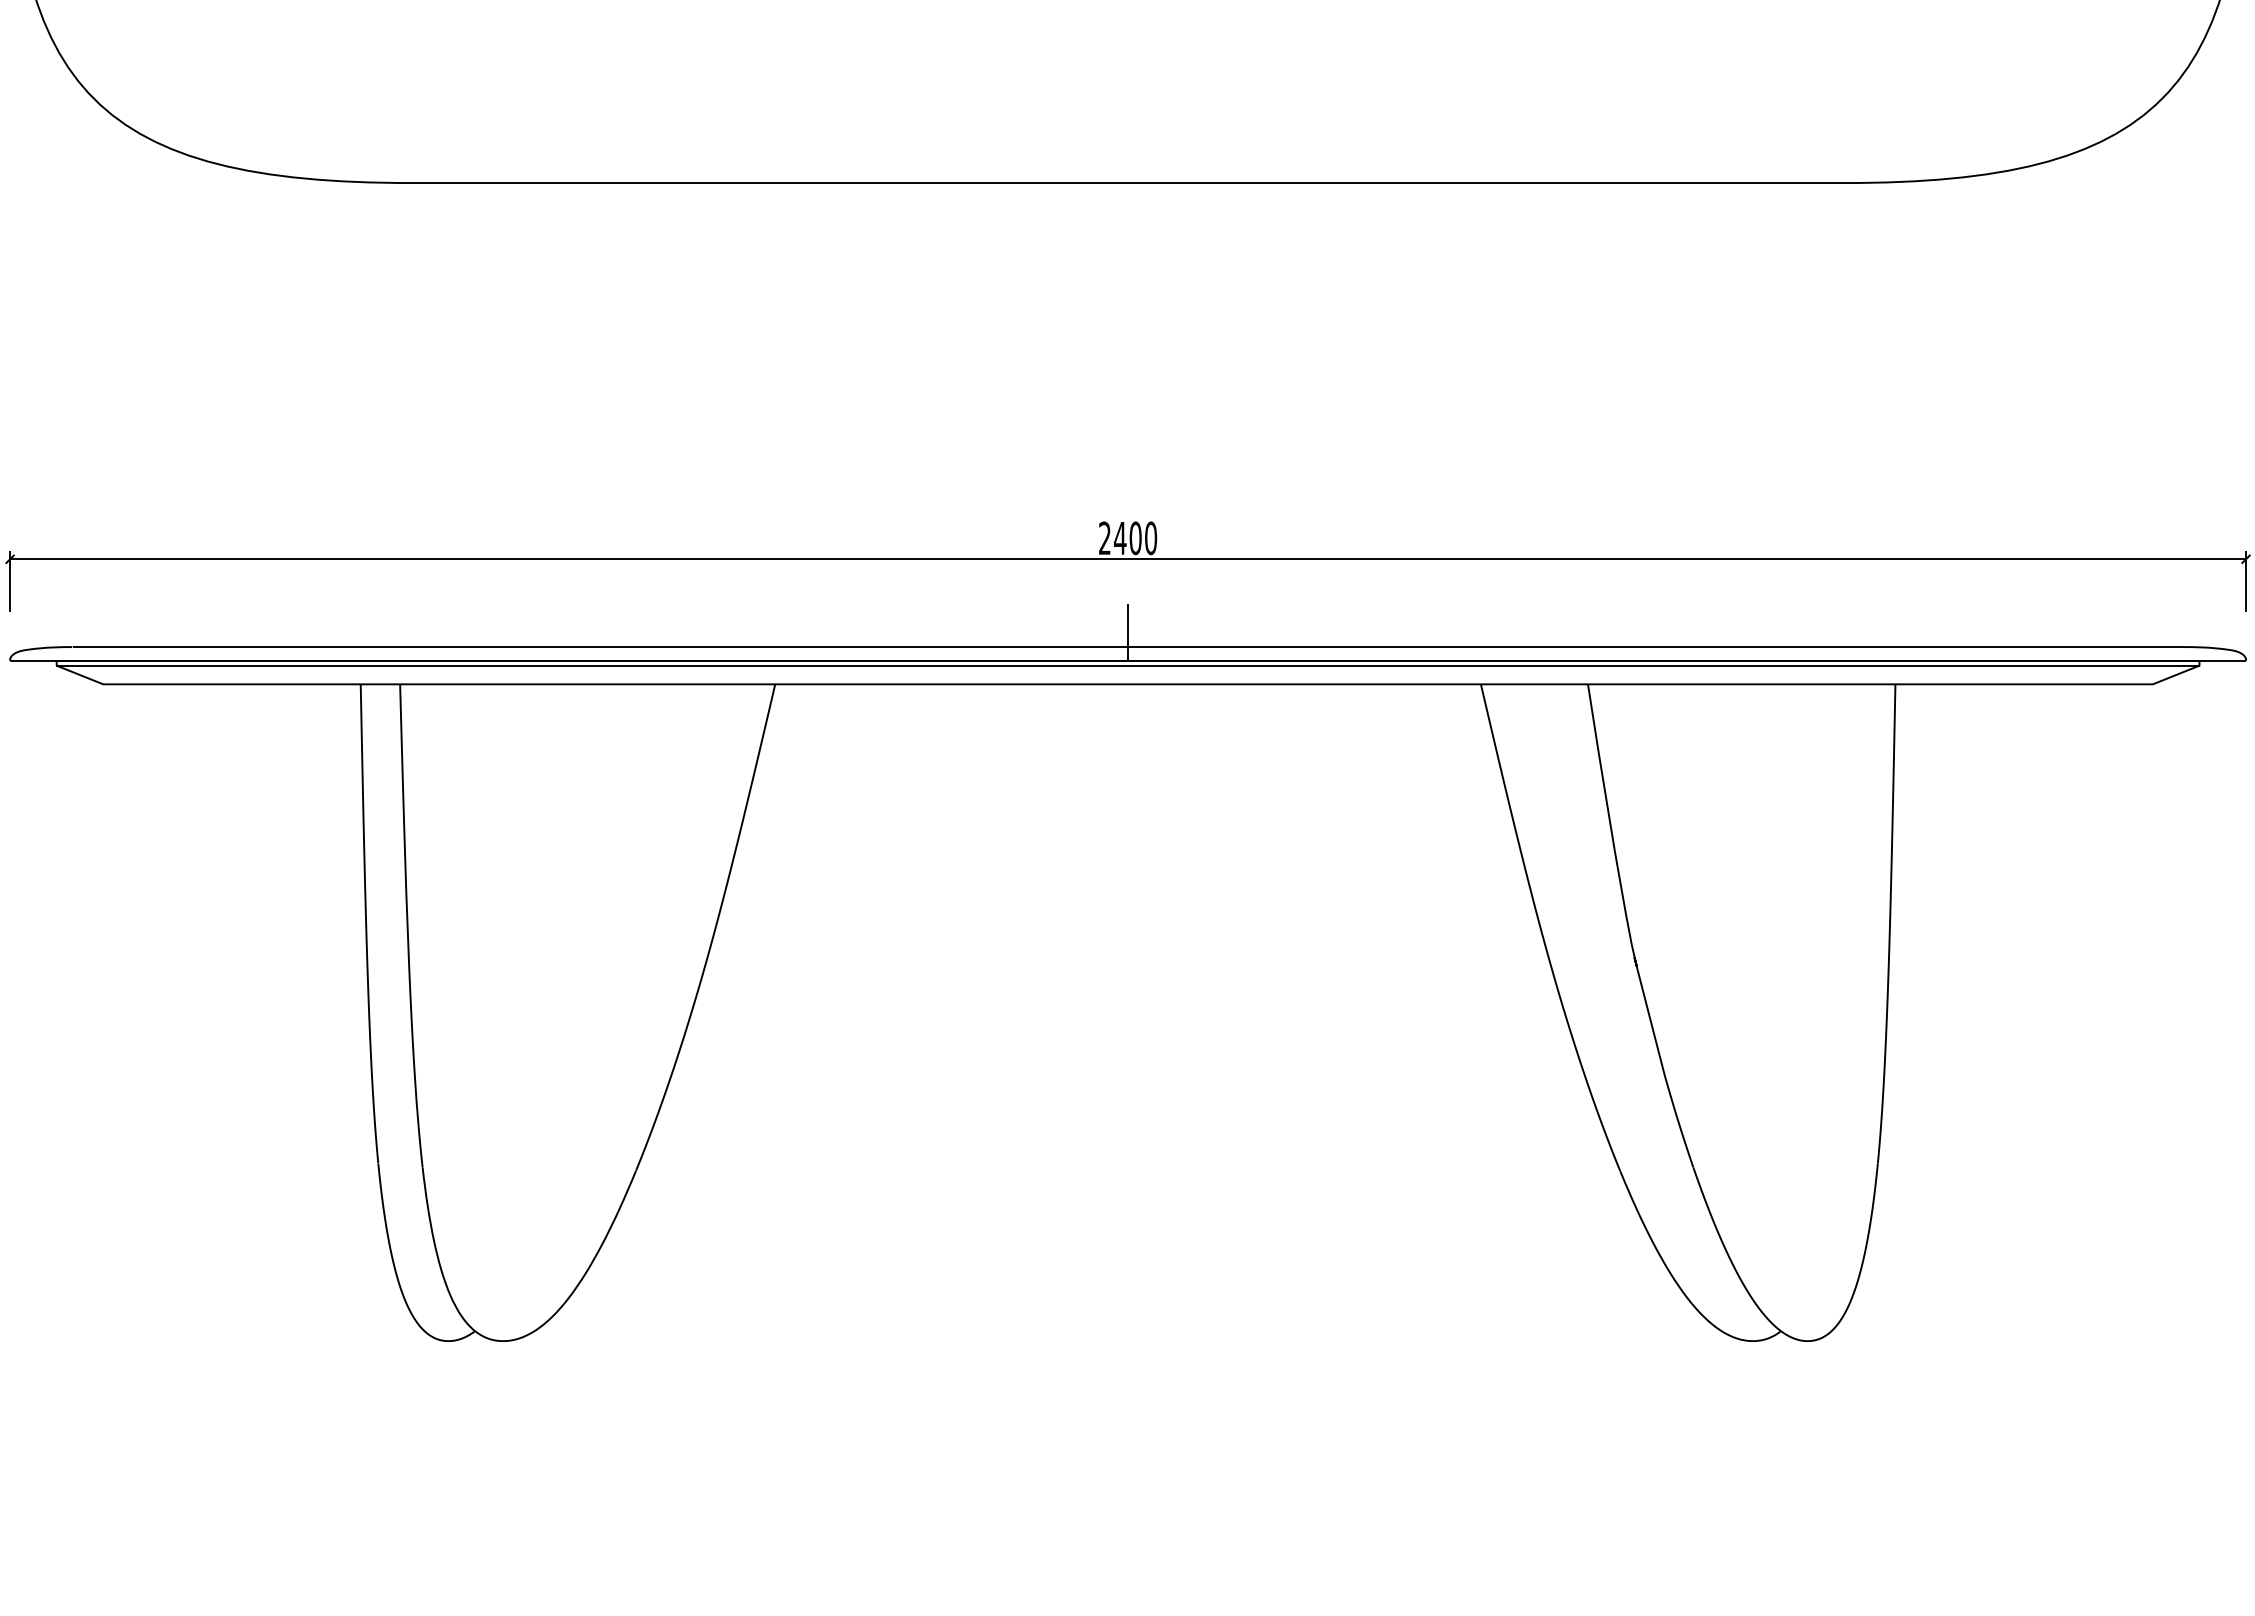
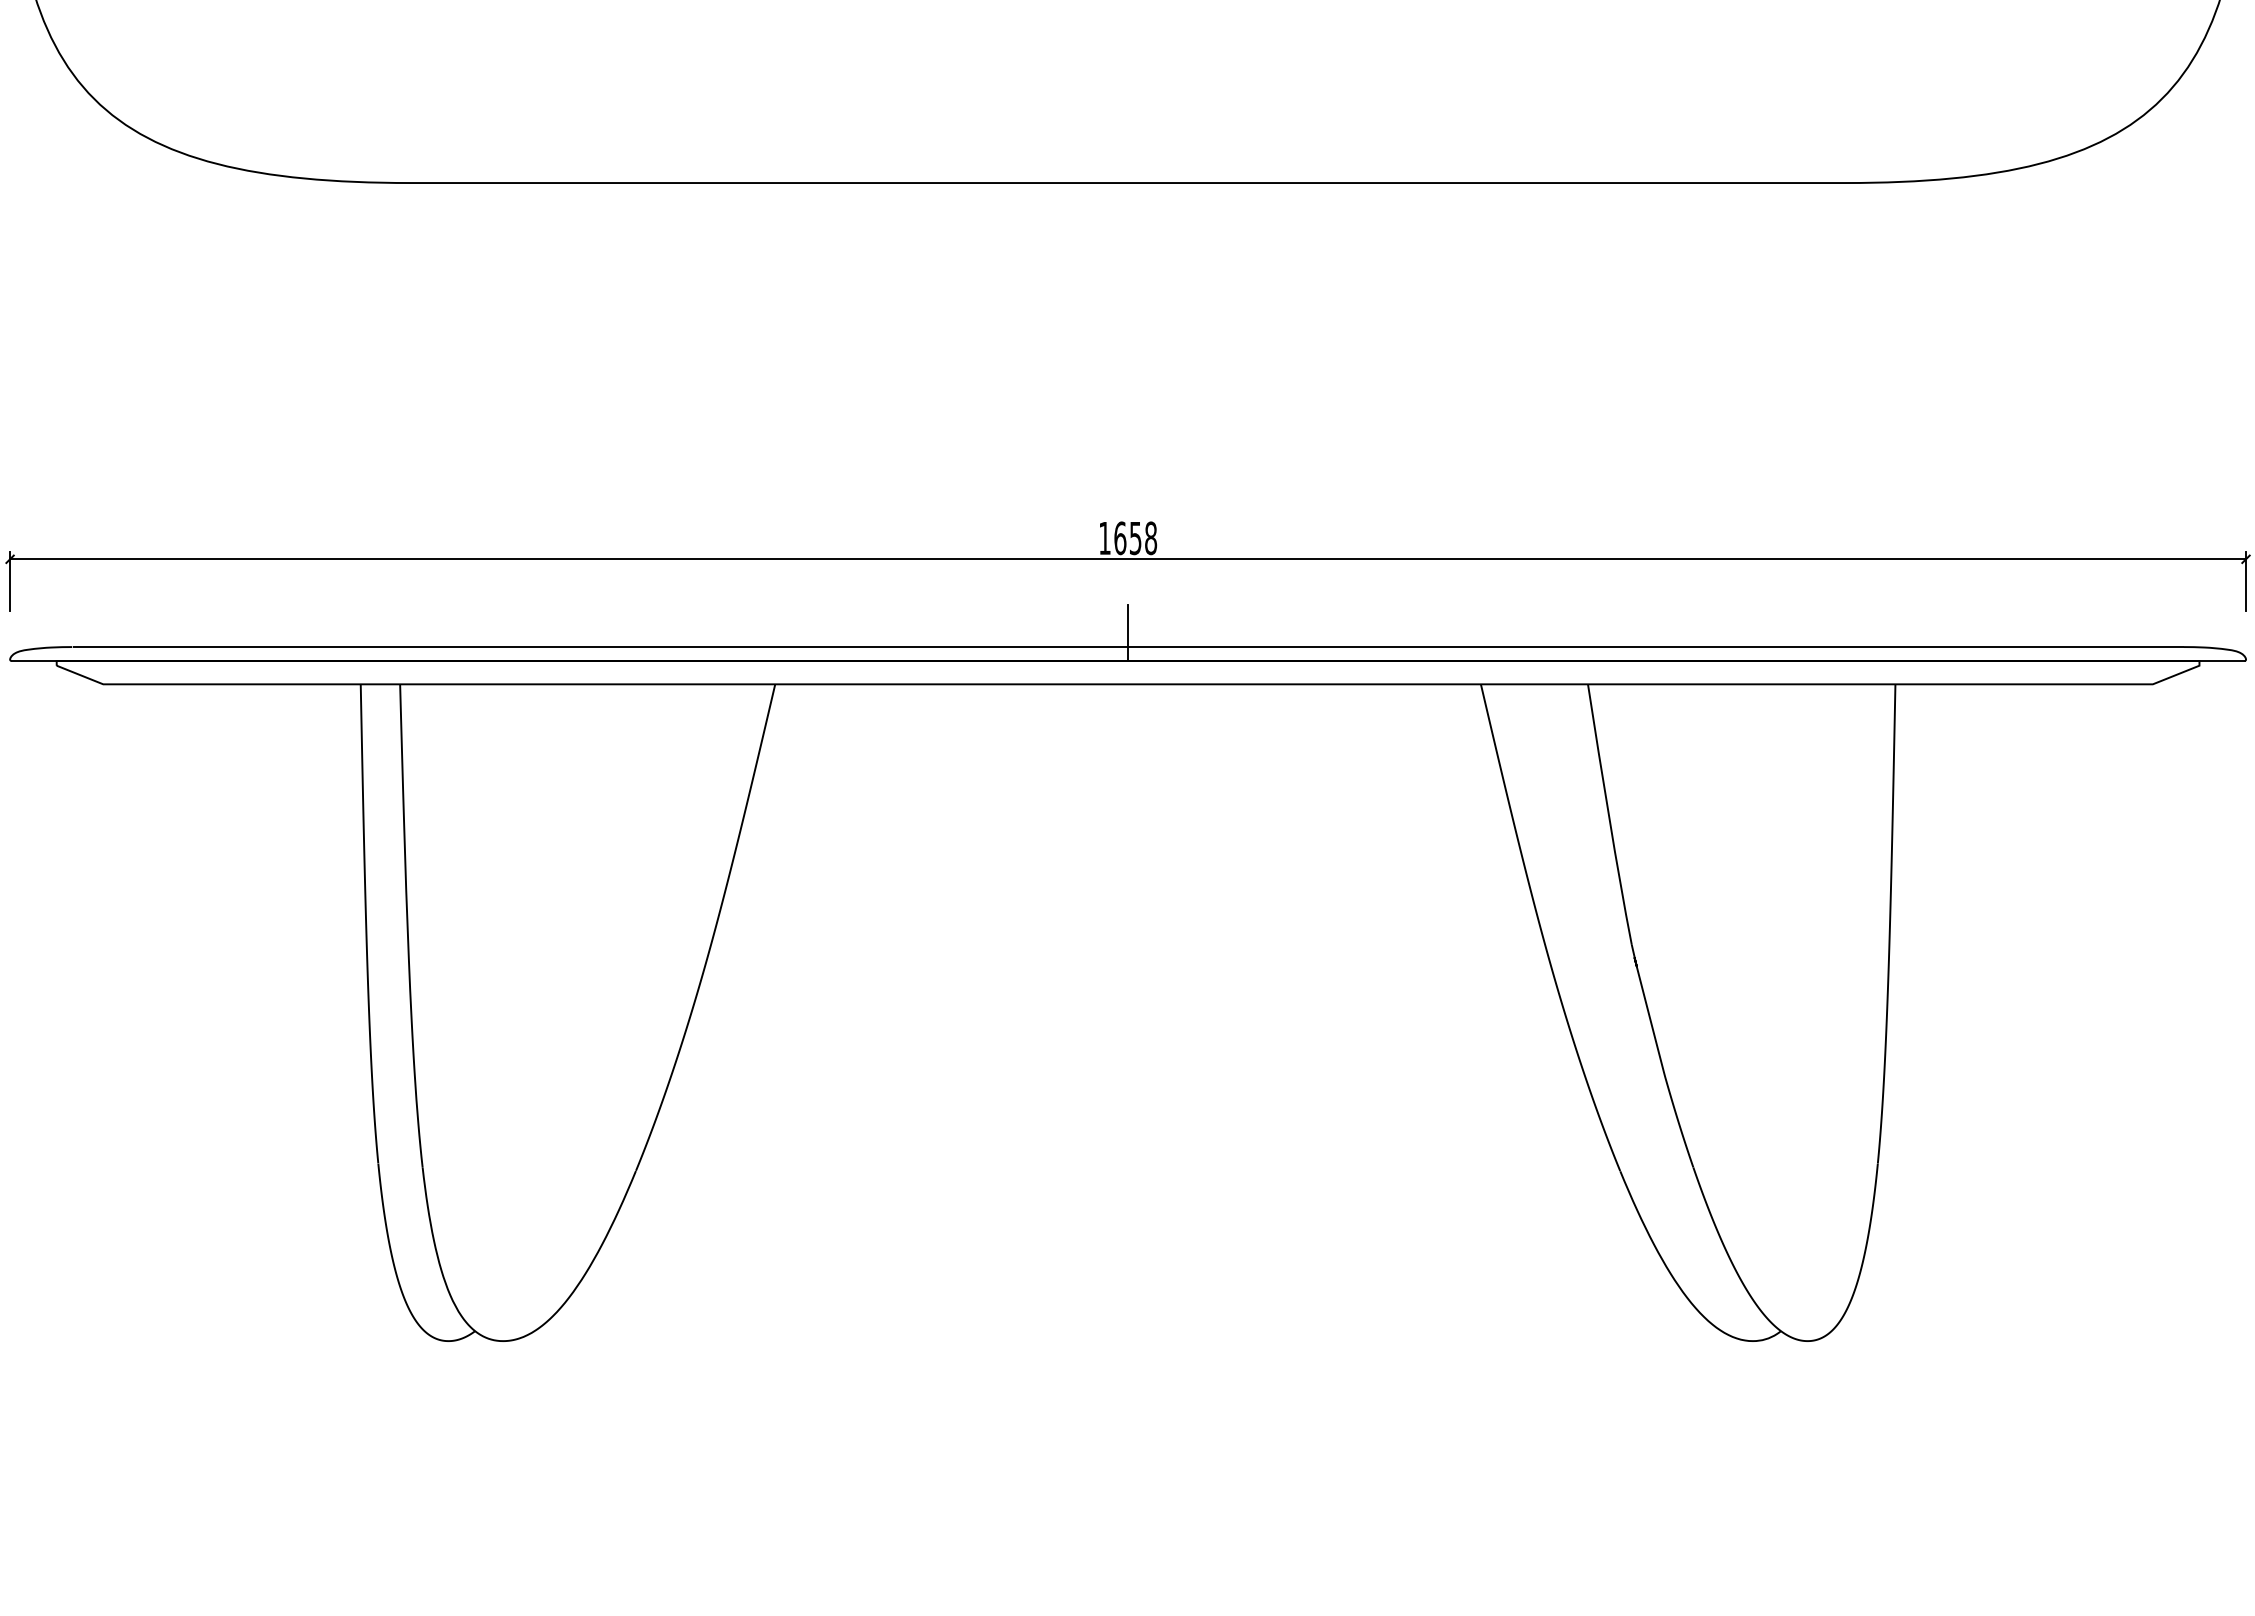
text at (1128, 538): 2400 -> 1658
line at (1127, 665): present -> none
